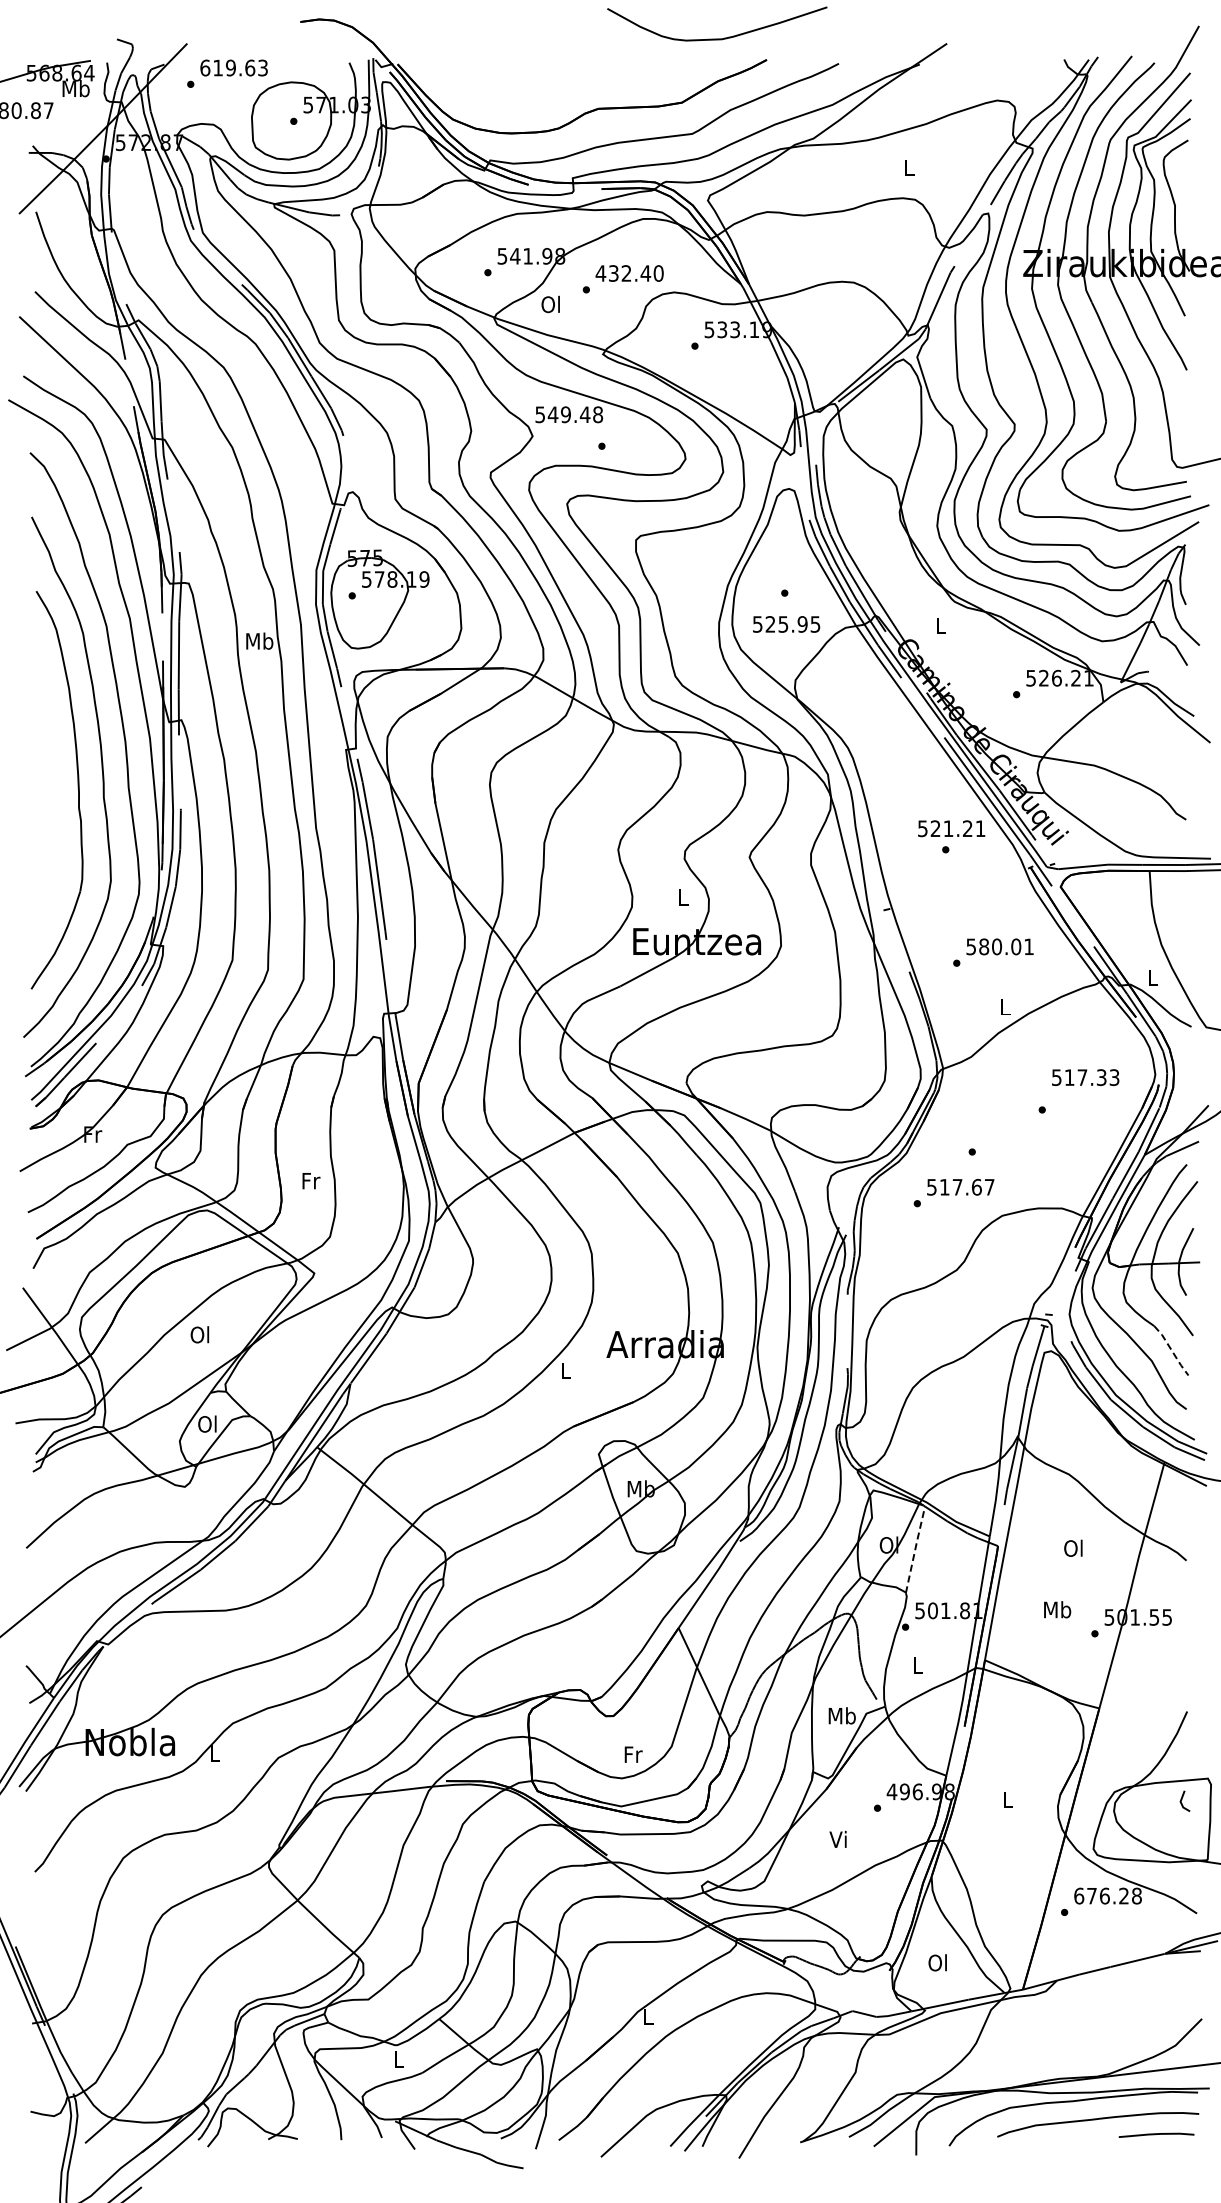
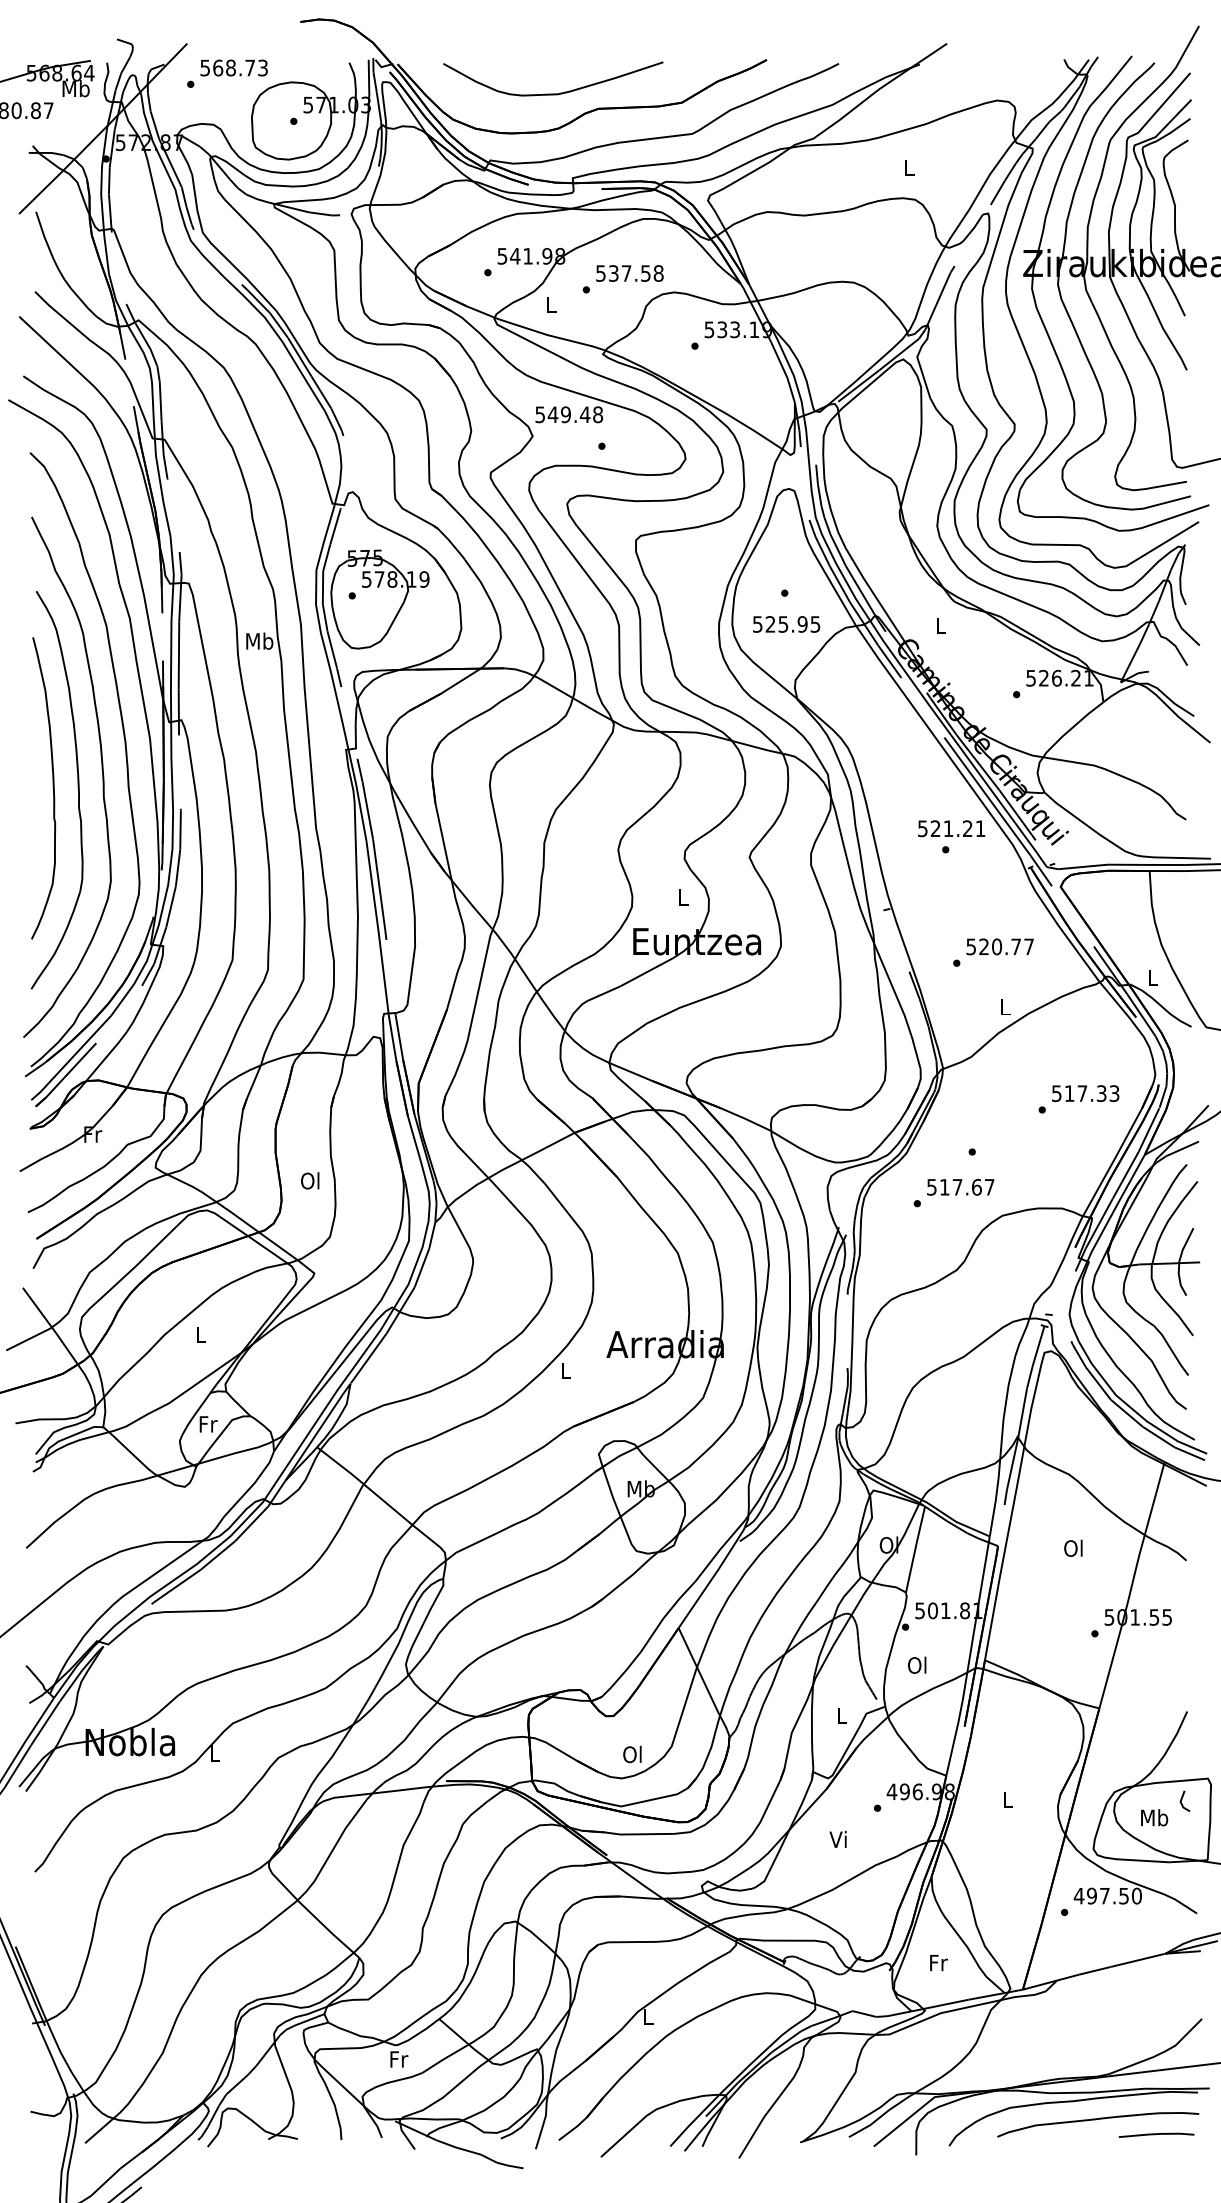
curve at (717, 38) position: (717, 38) -> (553, 93)
text at (227, 67): 619.63 -> 568.73
text at (629, 273): 432.40 -> 537.58
text at (550, 304): Ol -> L
curve at (52, 788): none -> present
text at (1006, 946): 580.01 -> 520.77
text at (1085, 1077) position: (1085, 1077) -> (1085, 1093)
text at (310, 1180): Fr -> Ol
text at (199, 1334): Ol -> L
line at (1171, 1350): dashed -> solid
text at (207, 1423): Ol -> Fr
line at (915, 1548): dashed -> solid
text at (1057, 1609) position: (1057, 1609) -> (1154, 1817)
text at (917, 1664): L -> Ol
text at (841, 1715): Mb -> L
text at (632, 1754): Fr -> Ol
text at (1107, 1895): 676.28 -> 497.50
text at (937, 1962): Ol -> Fr
text at (399, 2059): L -> Fr
